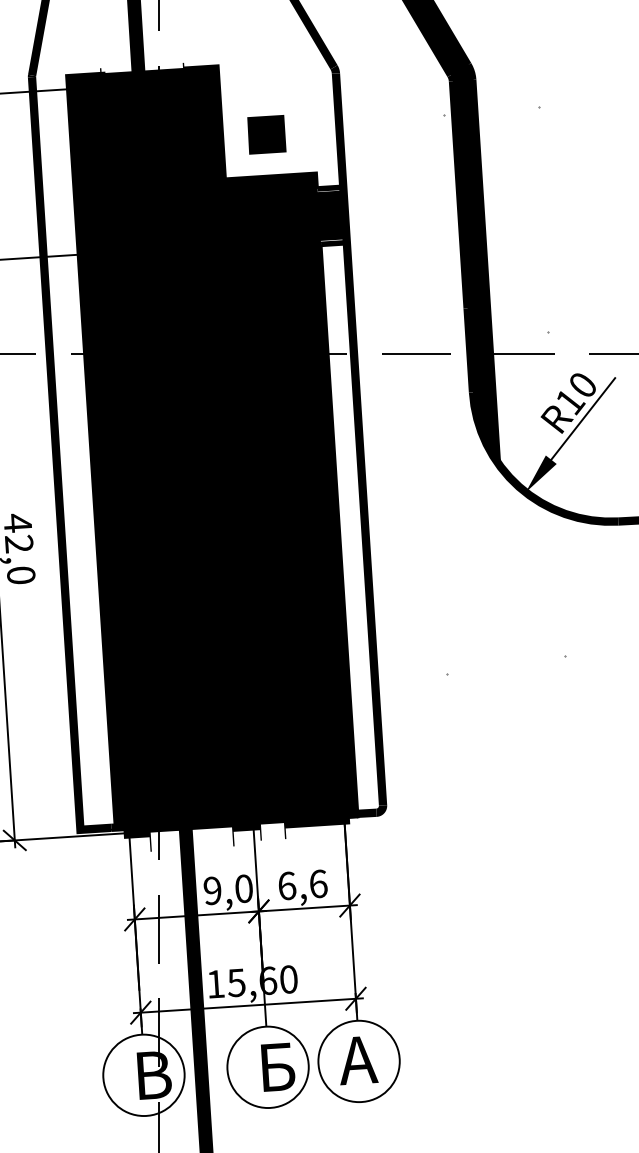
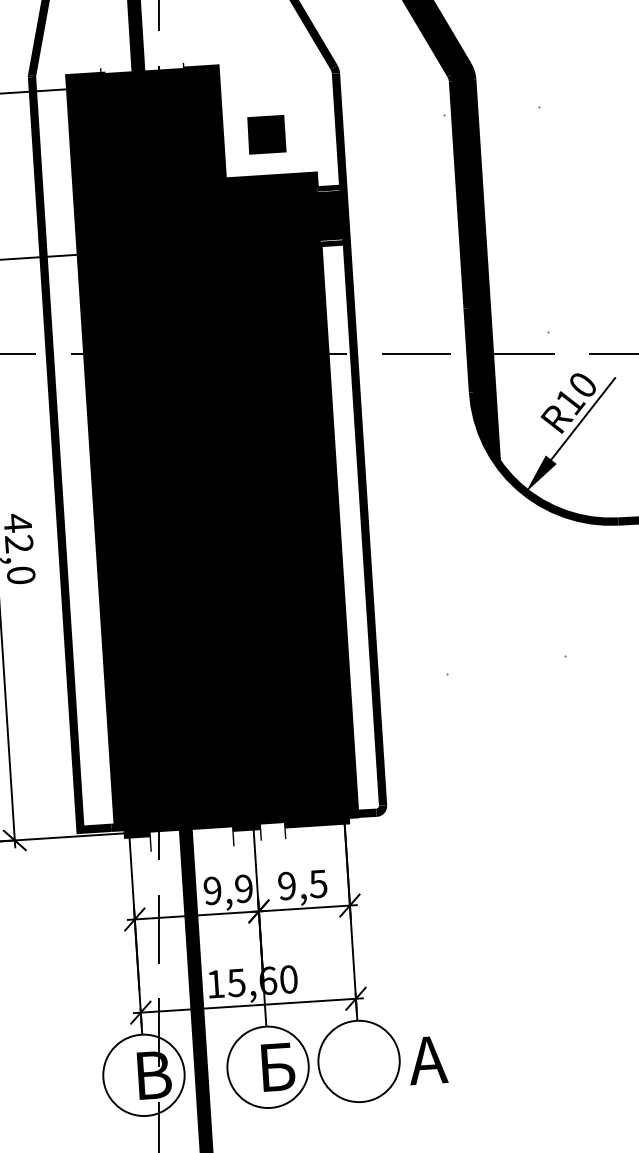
text at (302, 884): 6,6 -> 9,5
text at (243, 888): 9,0 -> 9,9
text at (359, 1060) position: (359, 1060) -> (429, 1060)
